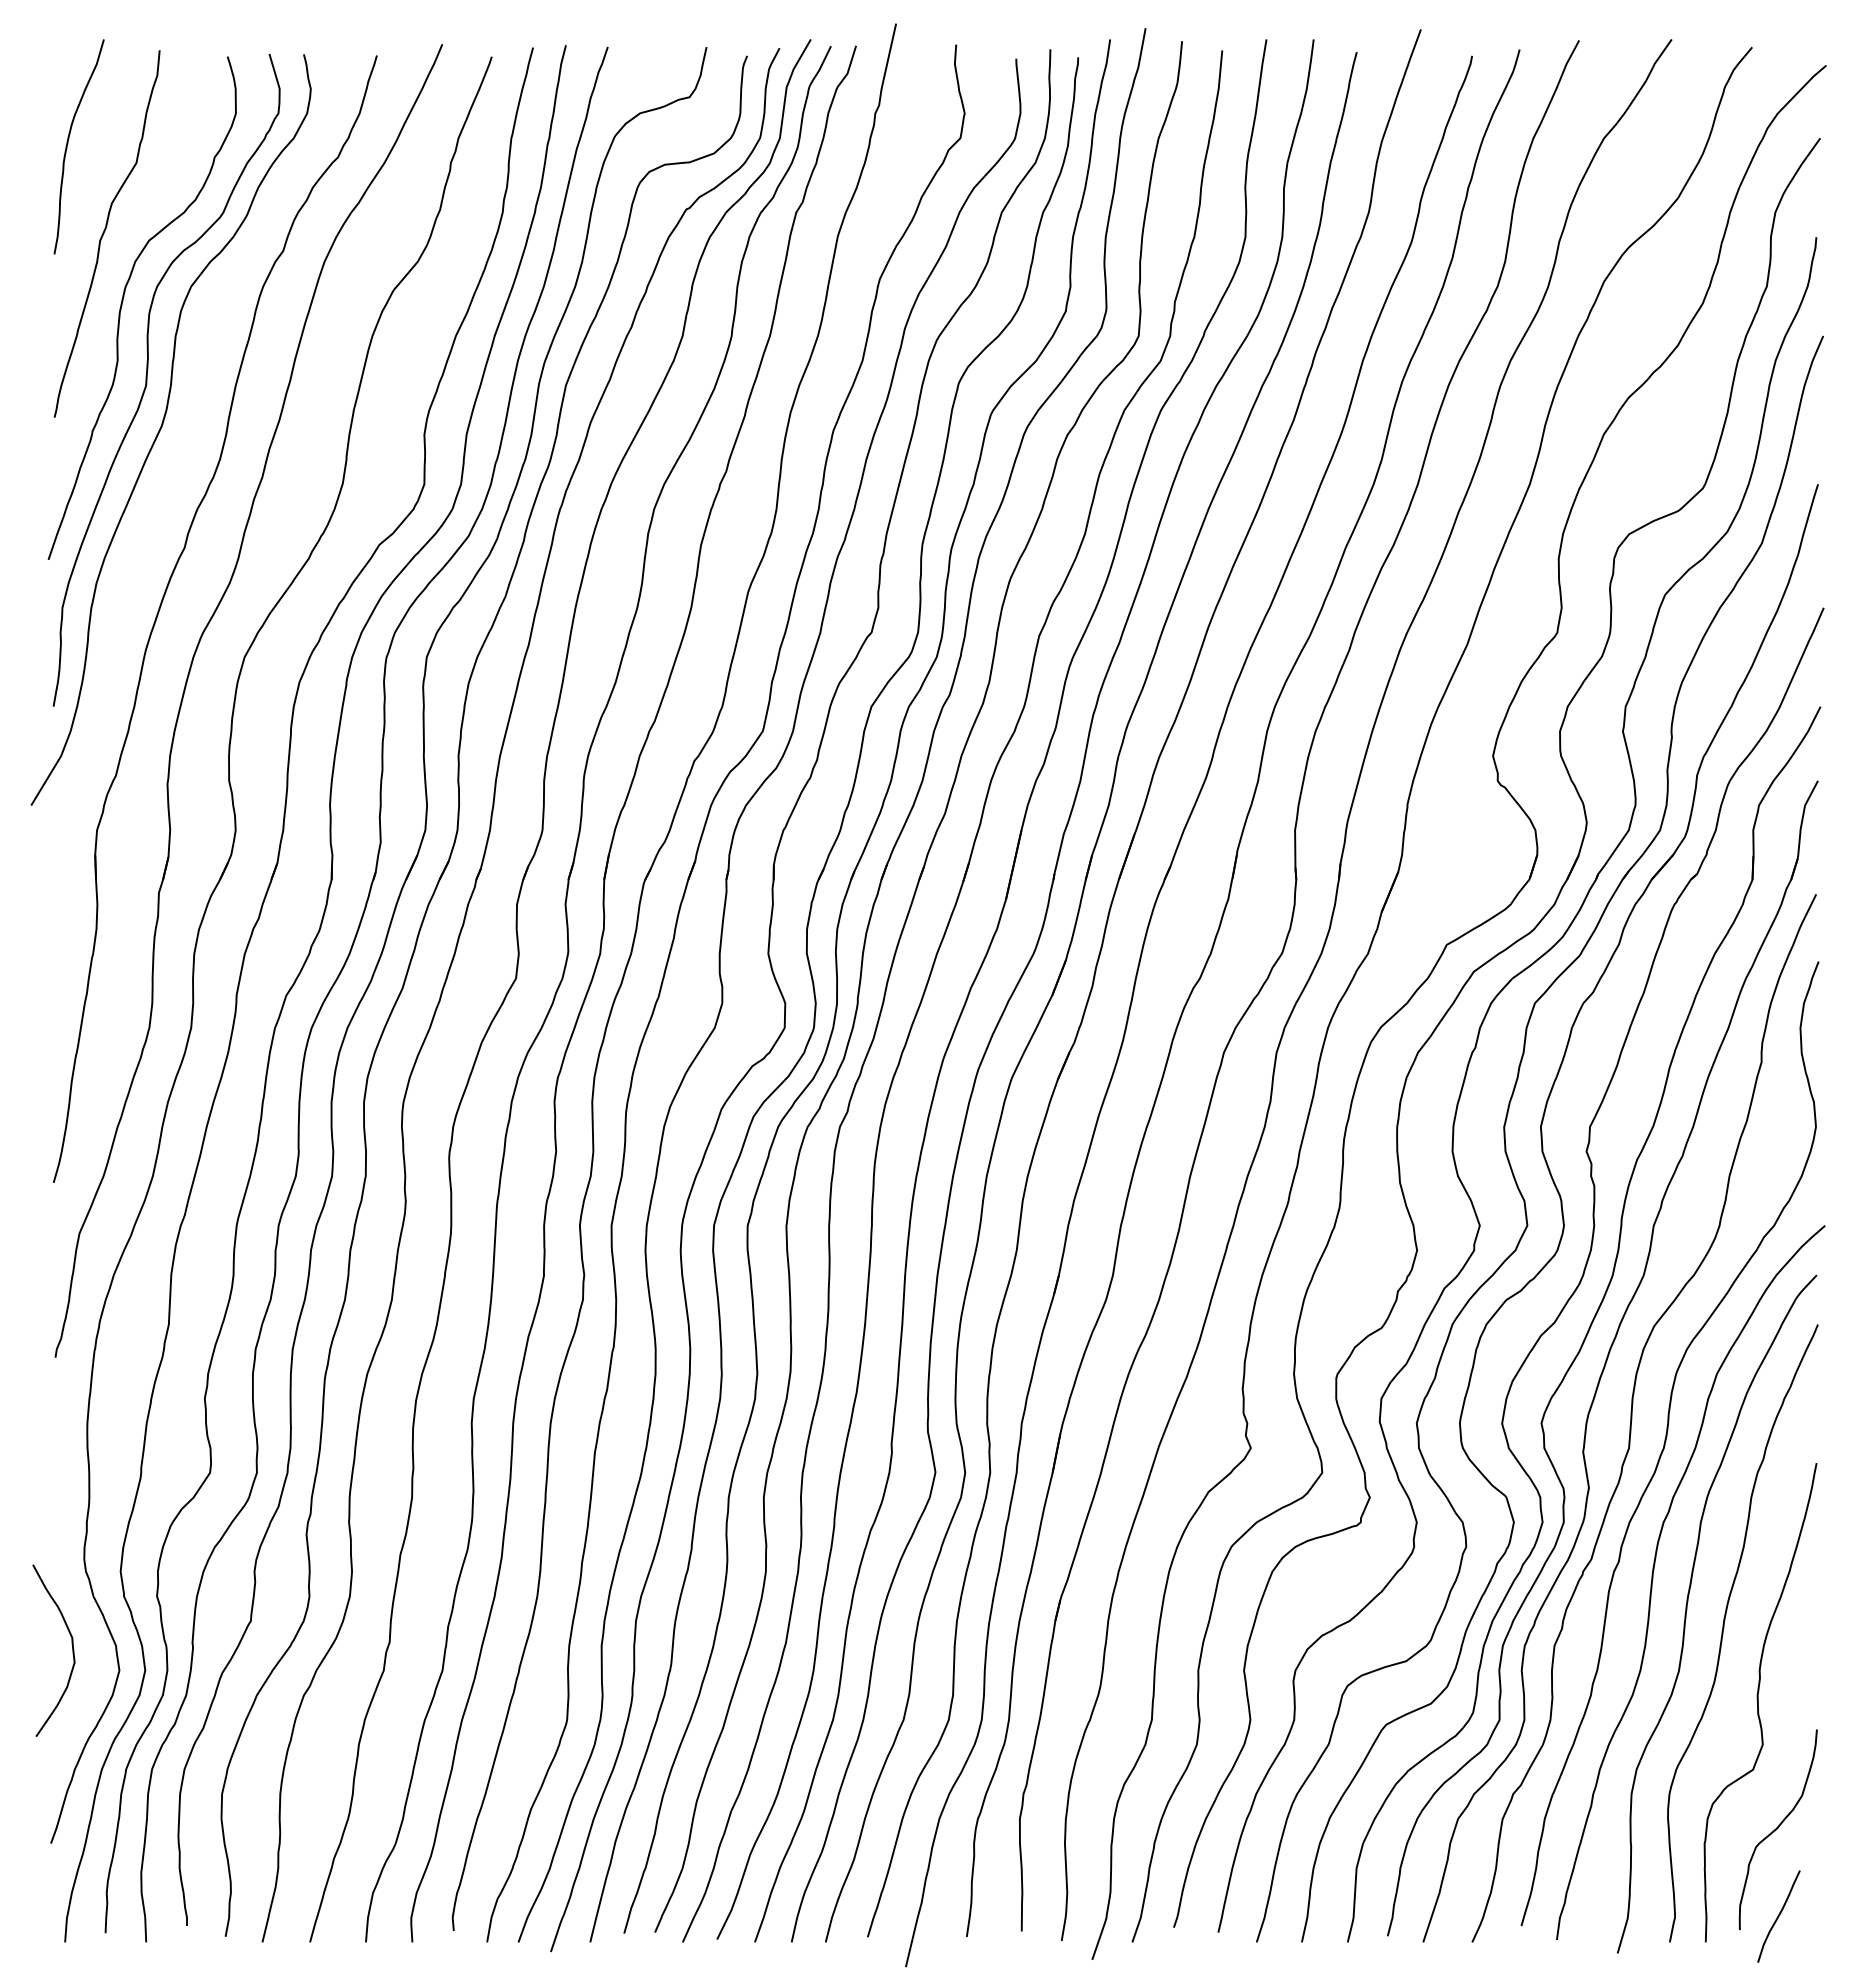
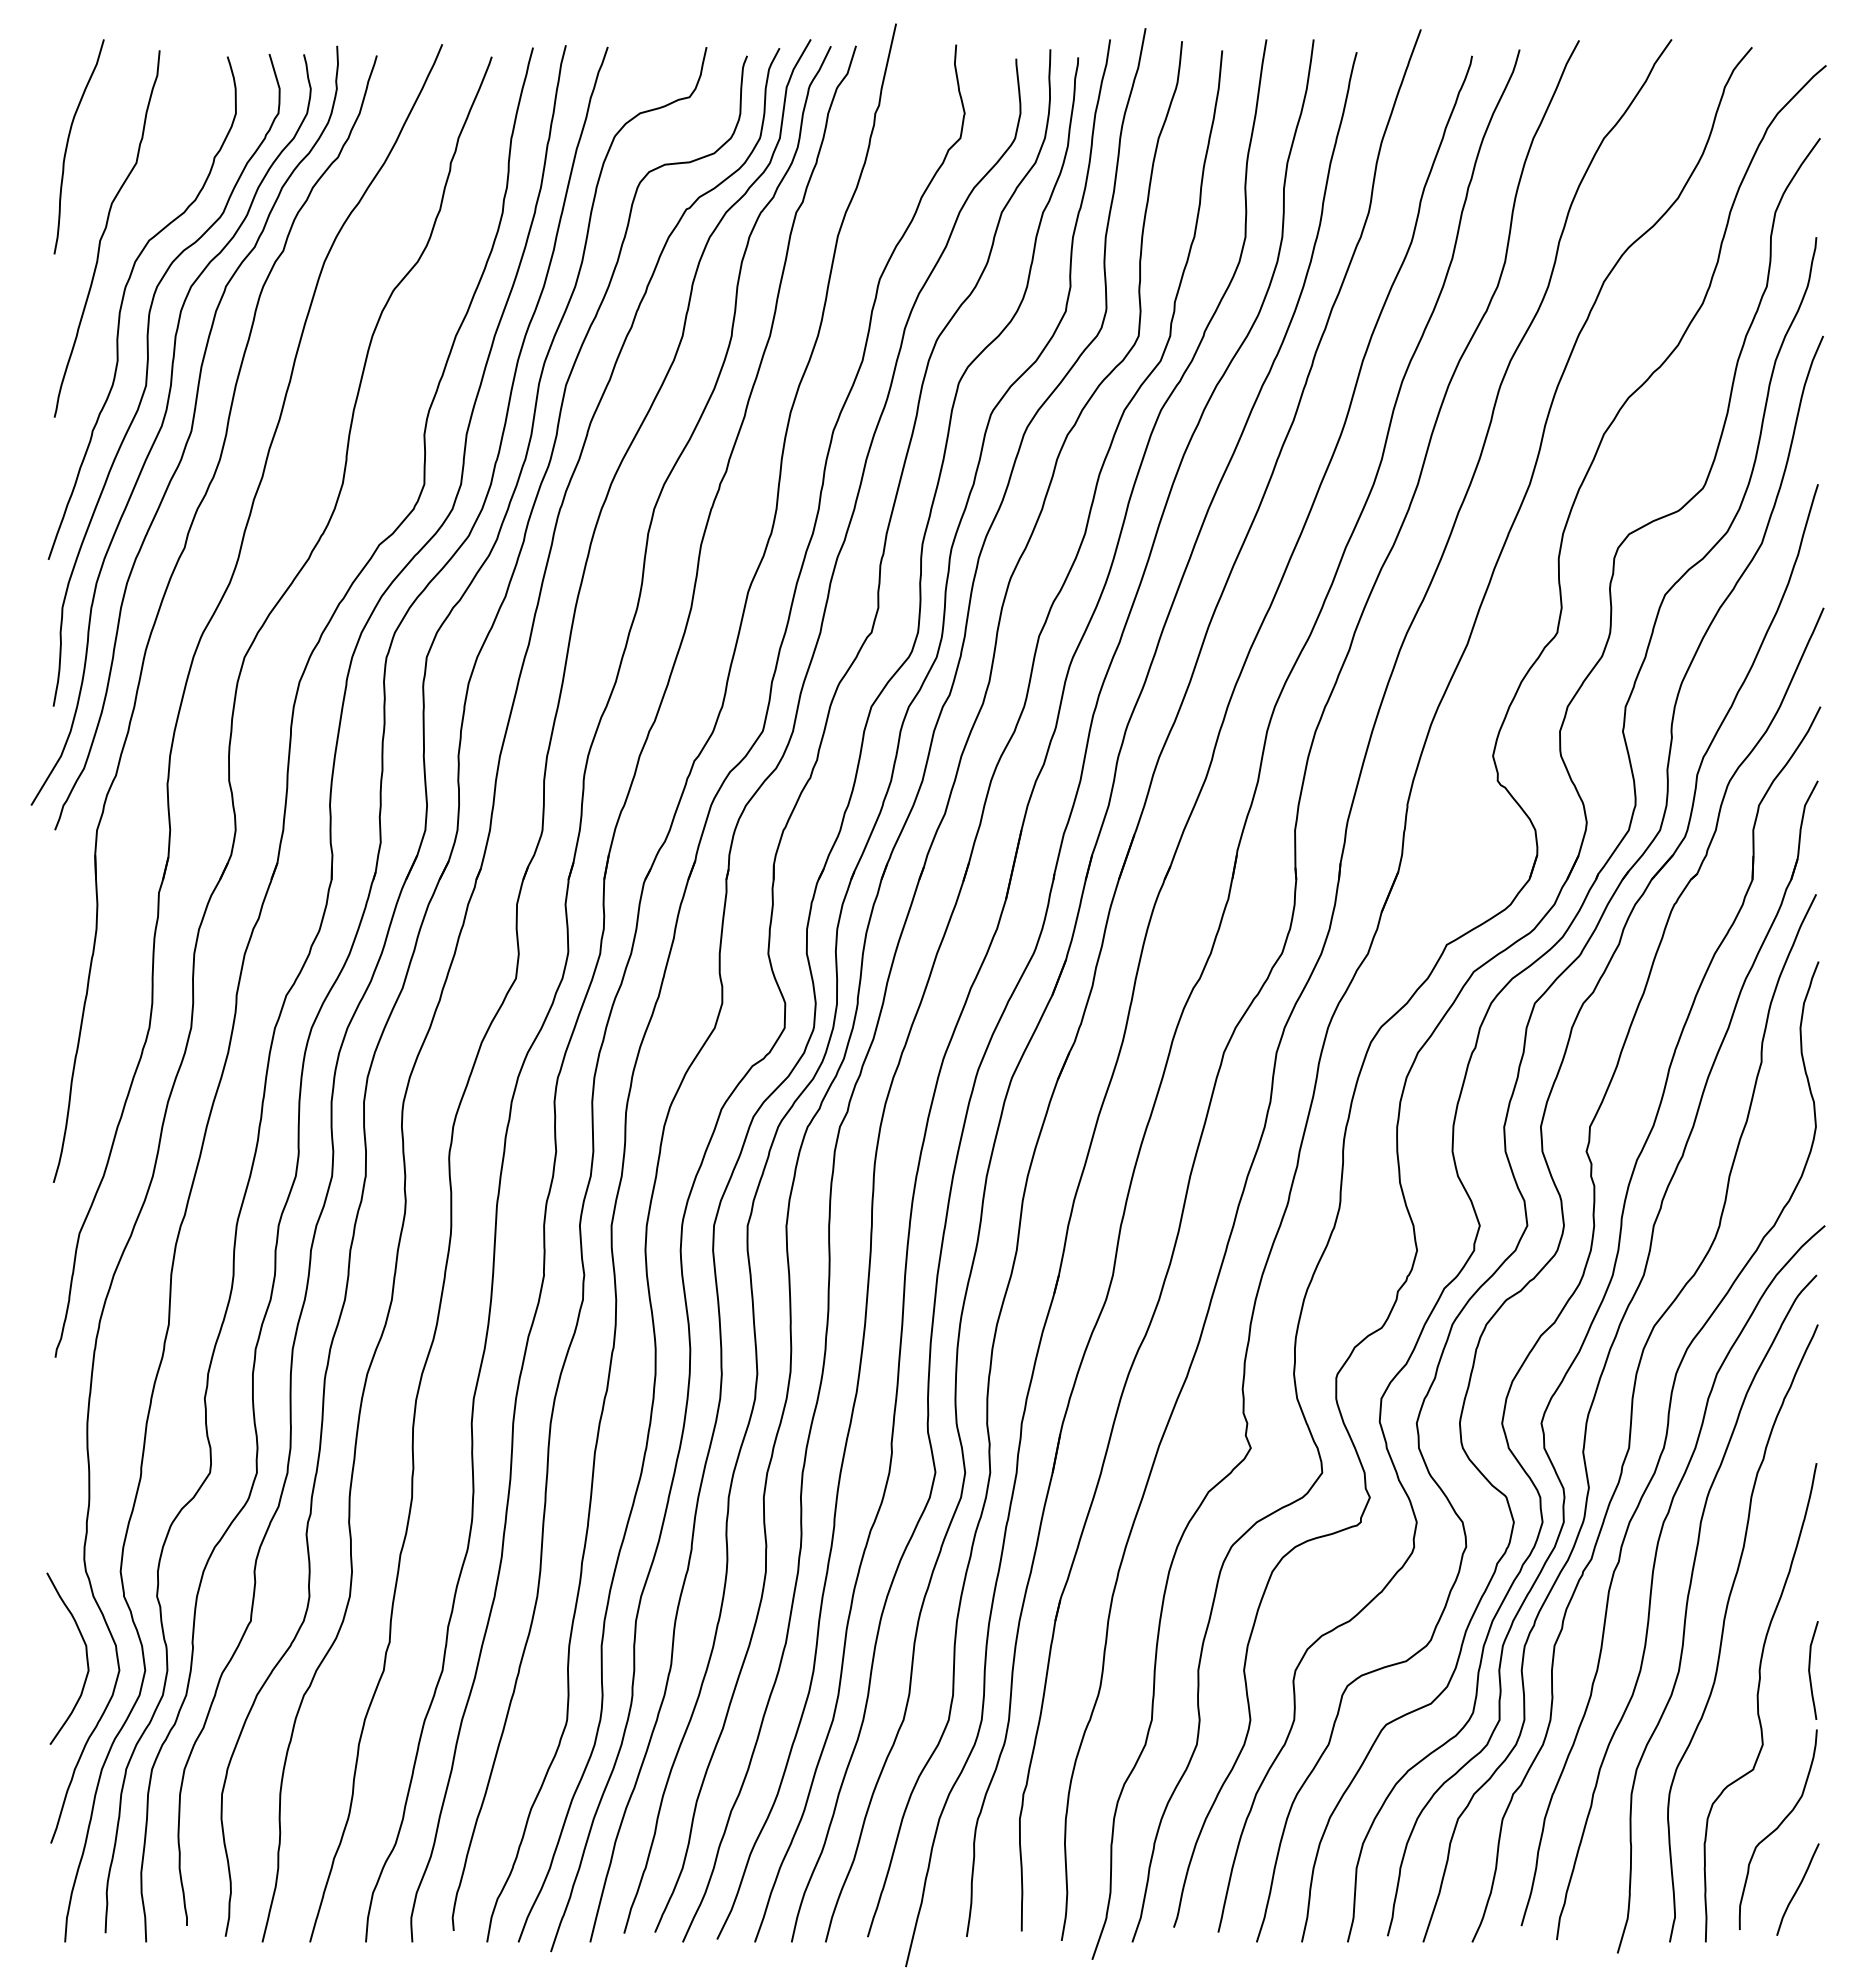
curve at (191, 434): none -> present
curve at (71, 1644) position: (71, 1644) -> (85, 1652)
curve at (1810, 1671): none -> present
curve at (1778, 1916) position: (1778, 1916) -> (1797, 1889)
